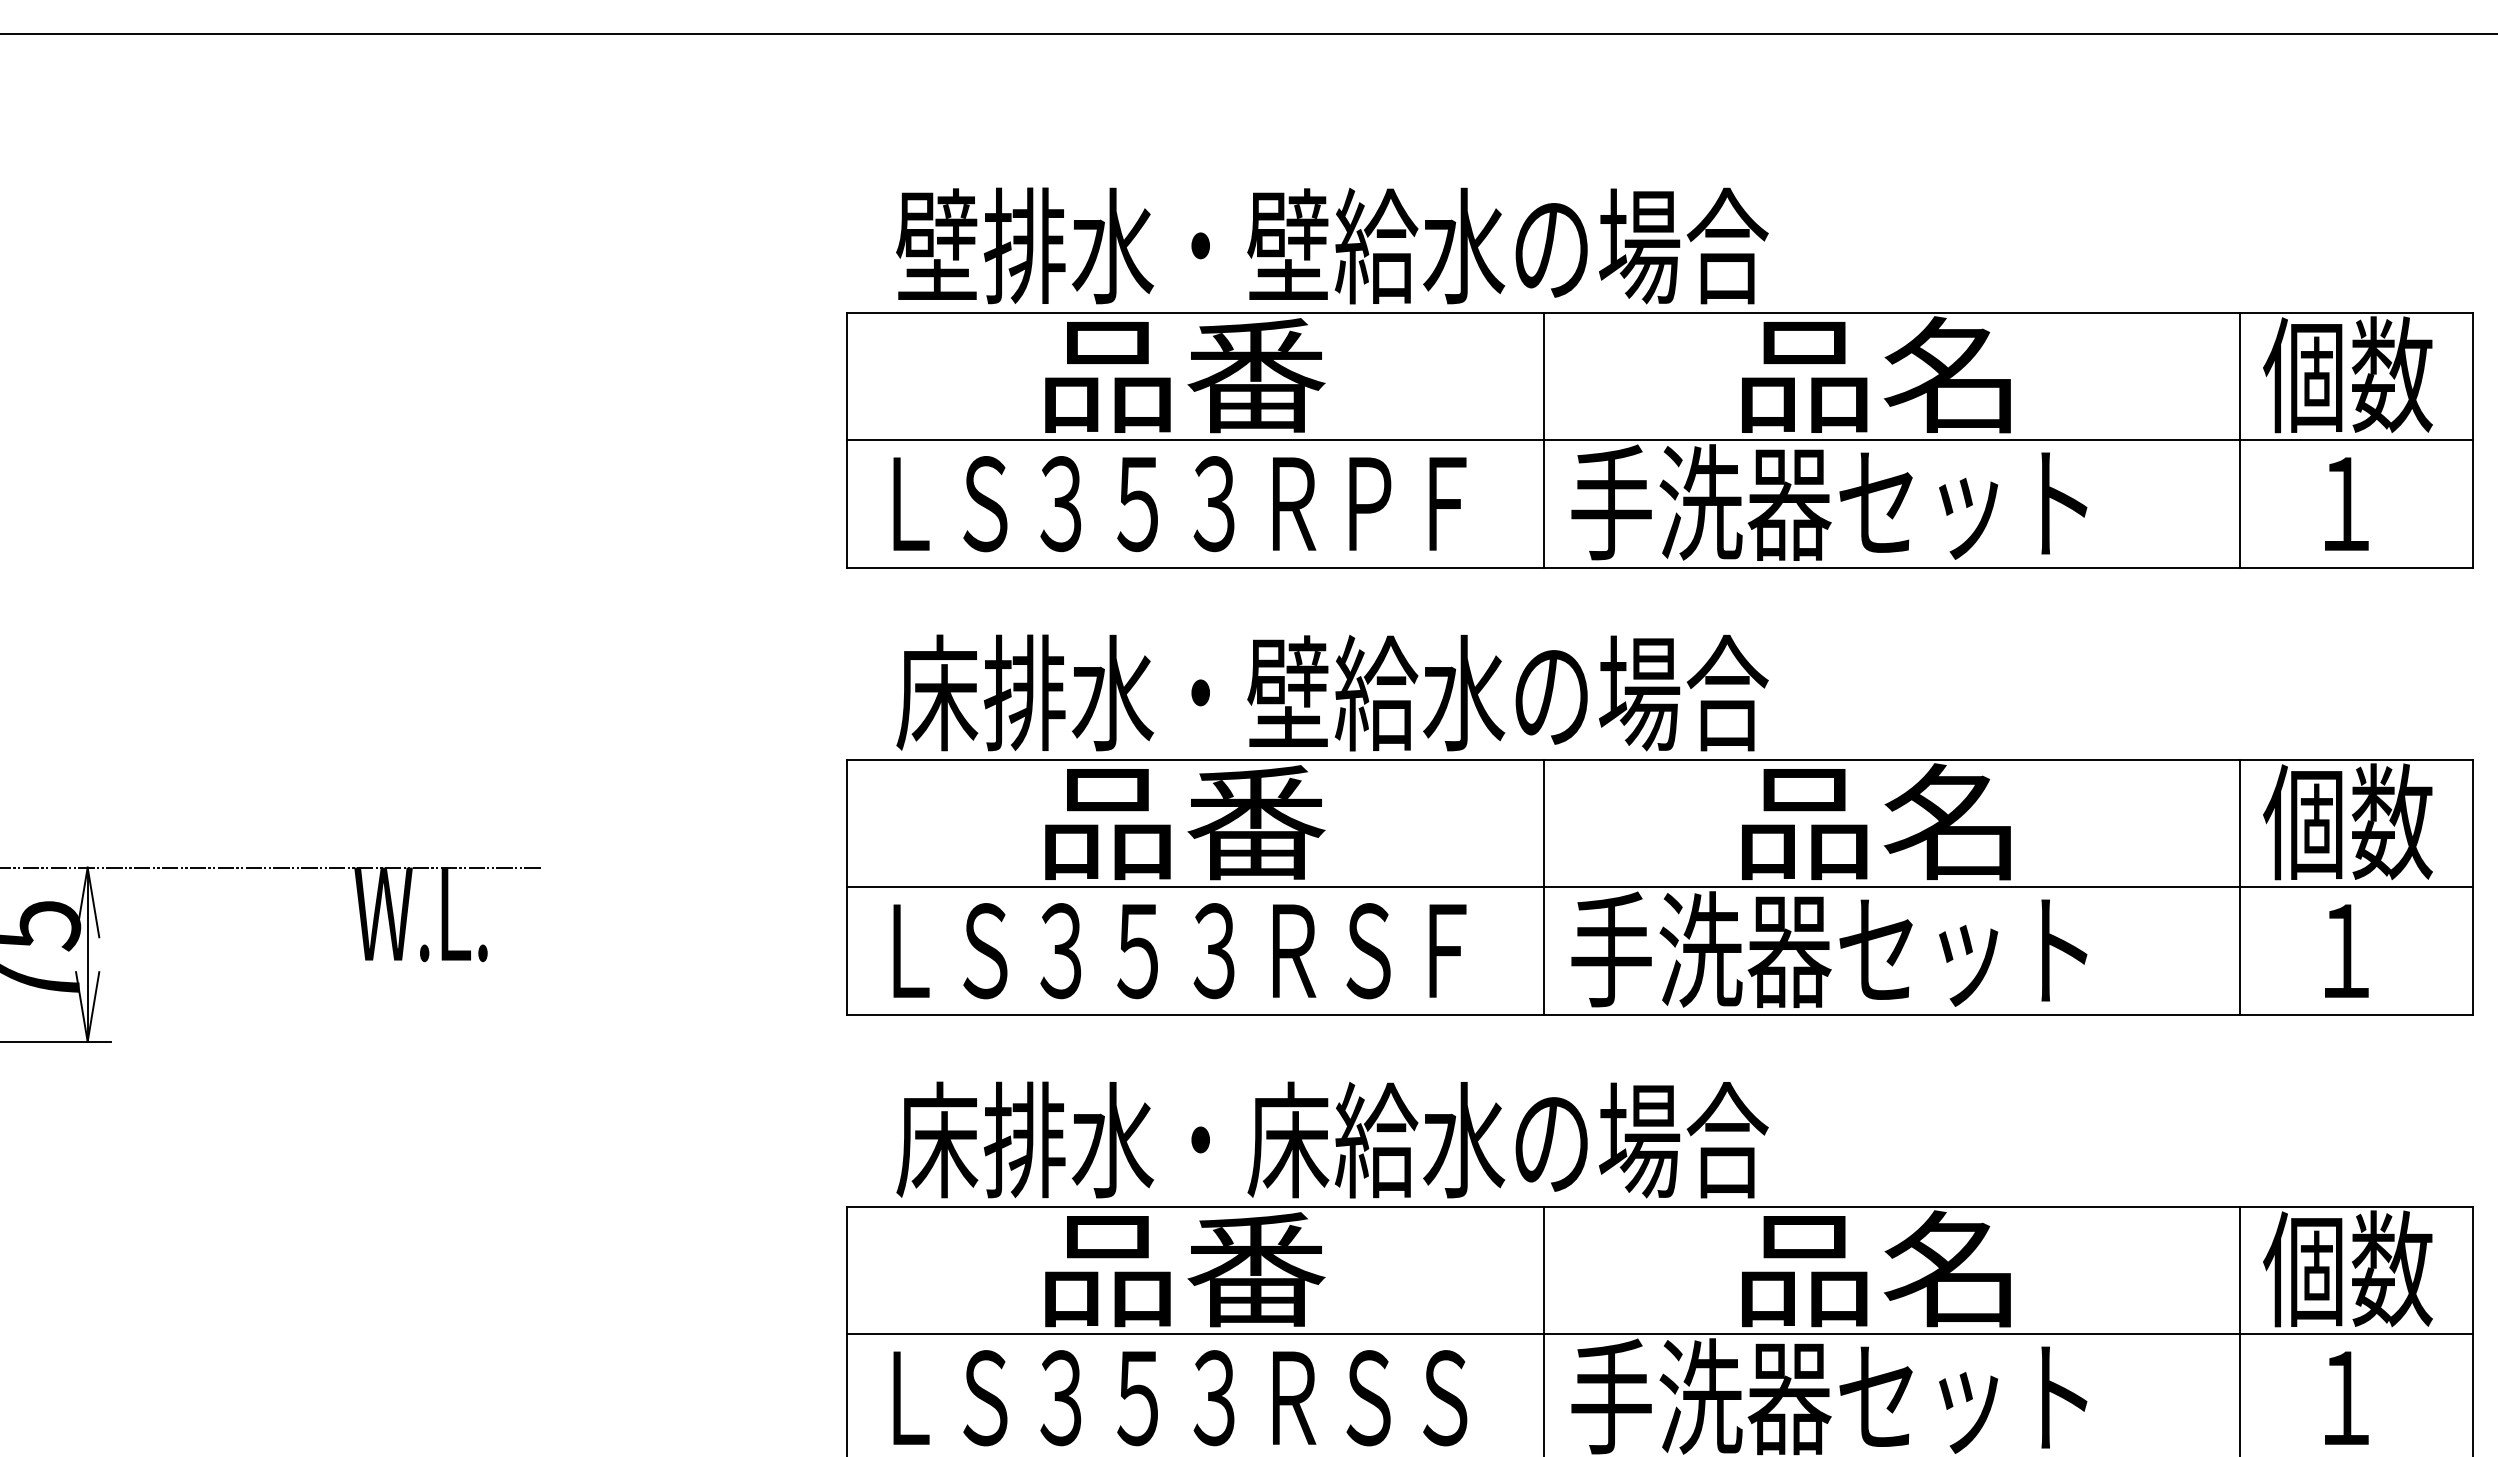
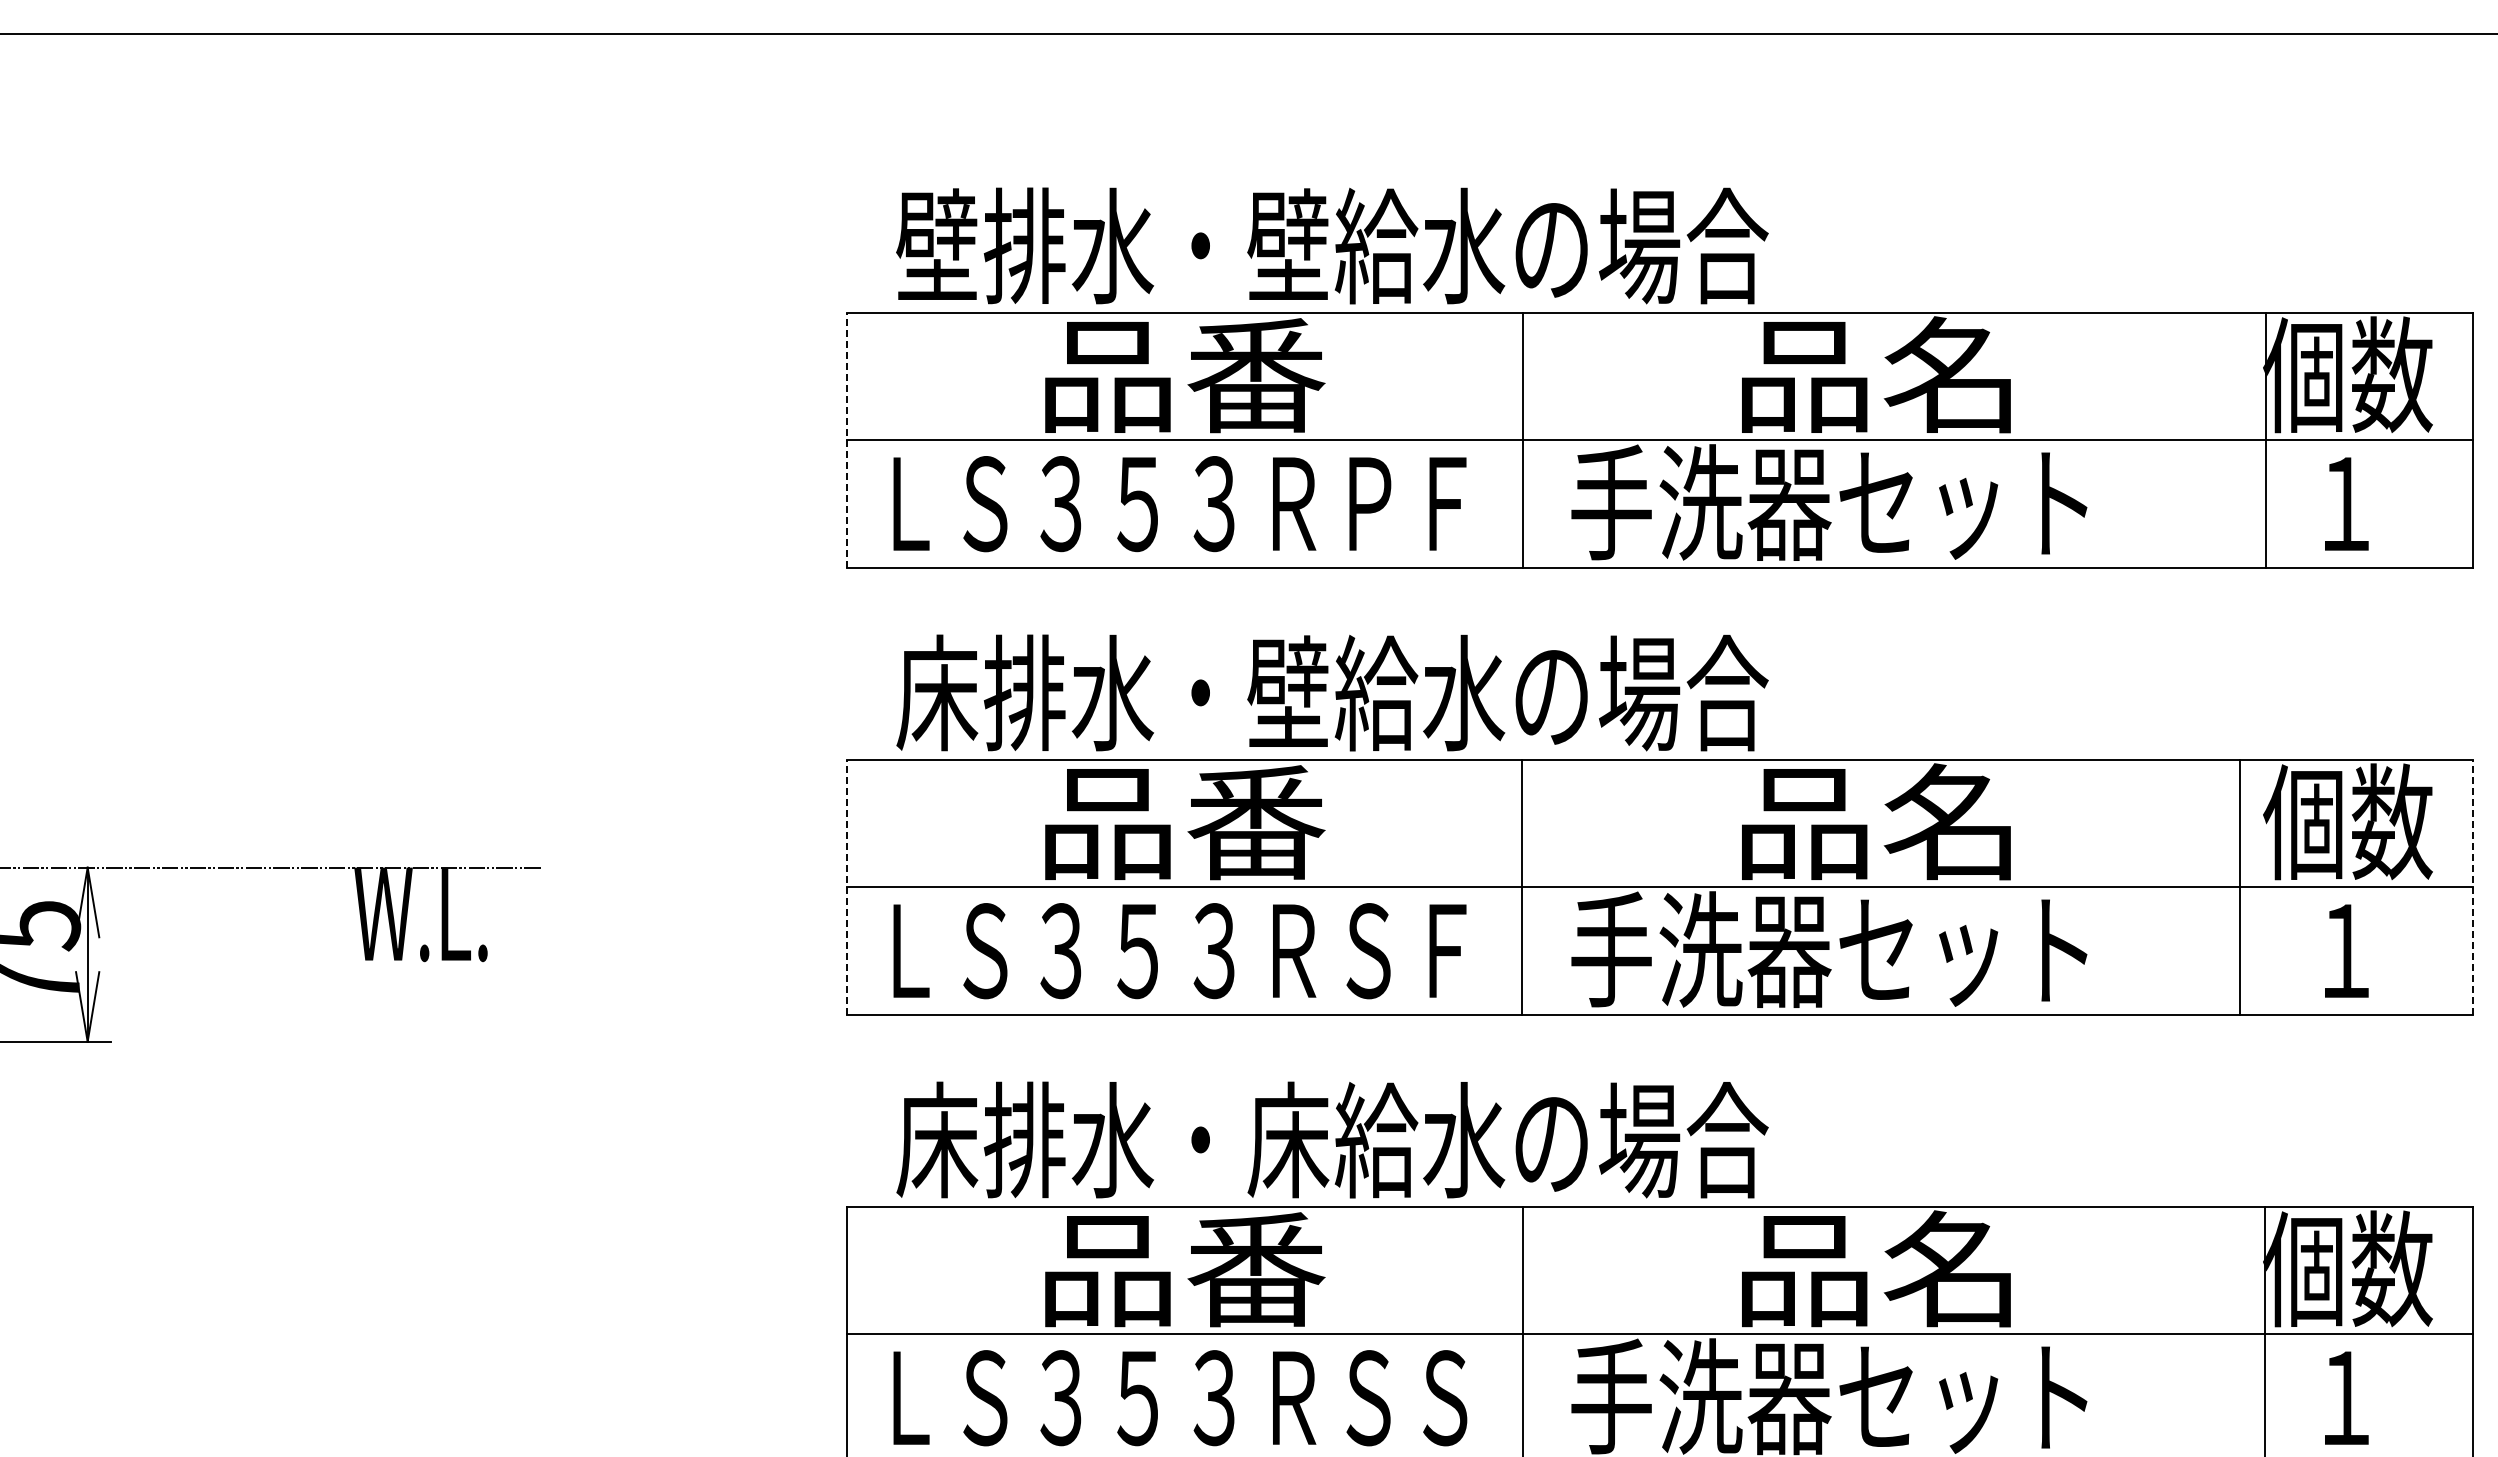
line at (847, 440): solid -> dashed
line at (1543, 440) position: (1543, 440) -> (1522, 440)
line at (2240, 440) position: (2240, 440) -> (2266, 440)
line at (847, 887): solid -> dashed
line at (1543, 887) position: (1543, 887) -> (1521, 887)
line at (2472, 887): solid -> dashed
line at (1543, 1329) position: (1543, 1329) -> (1522, 1329)
line at (2240, 1329) position: (2240, 1329) -> (2265, 1329)
